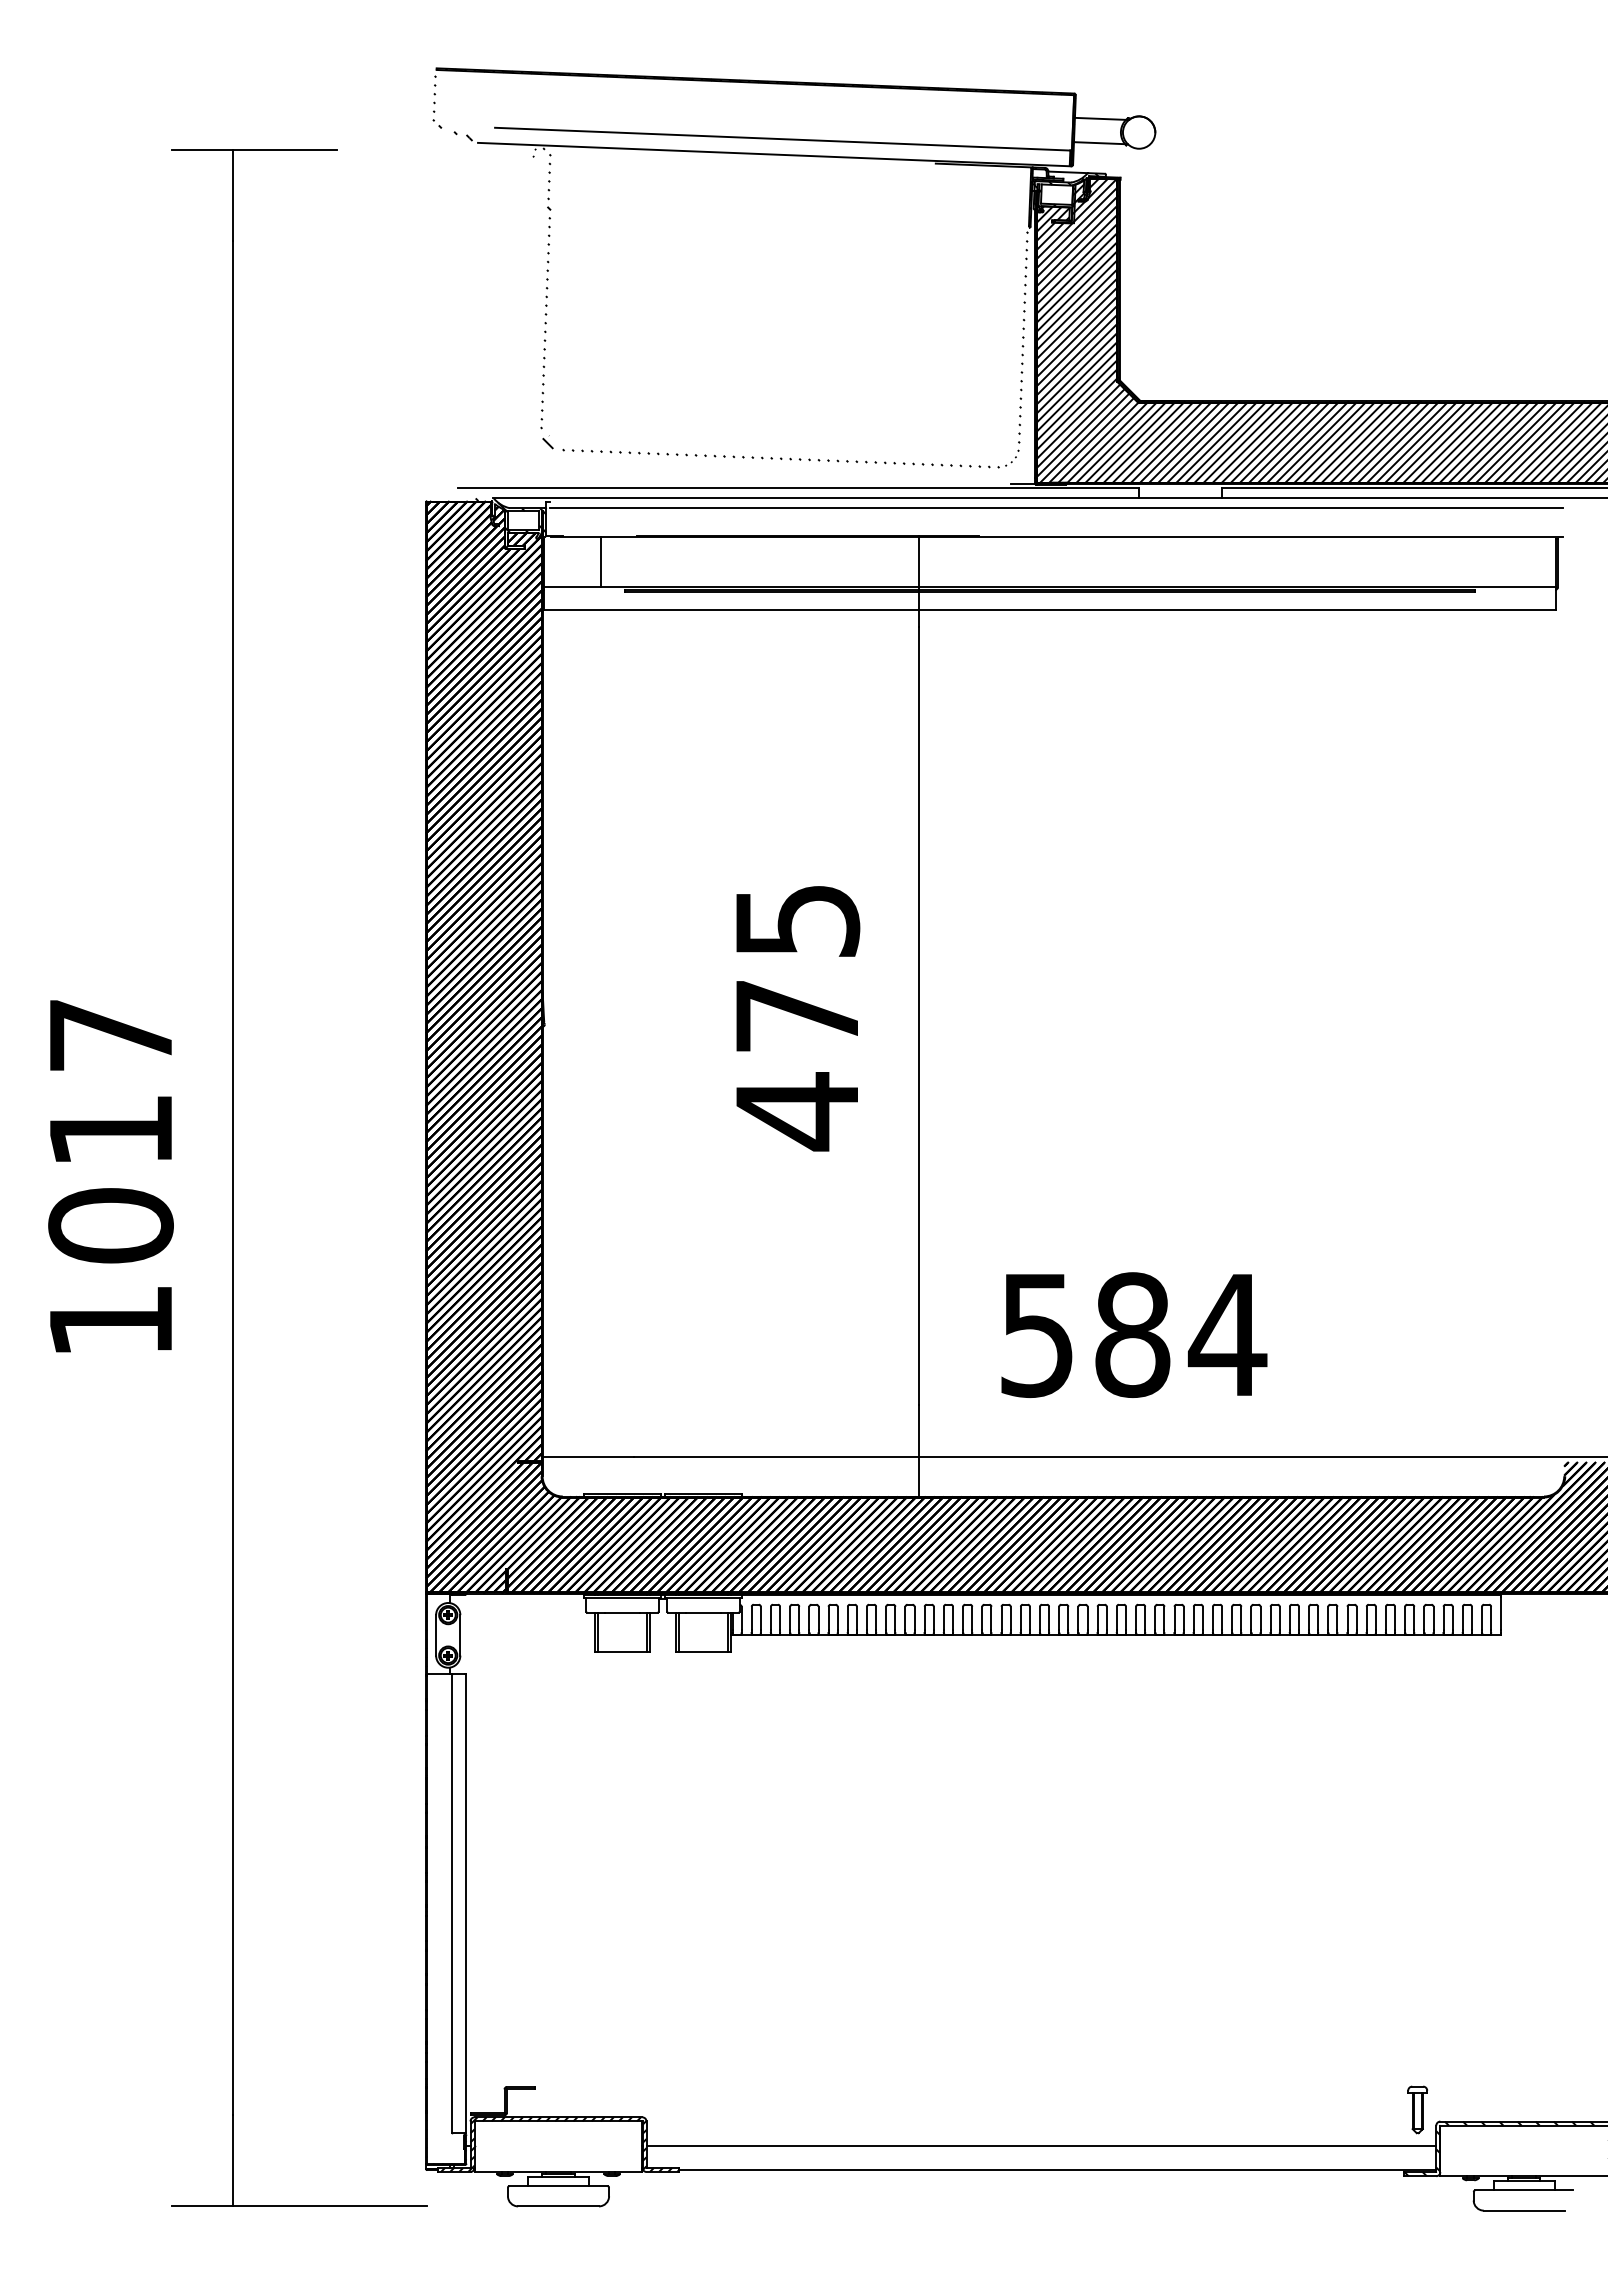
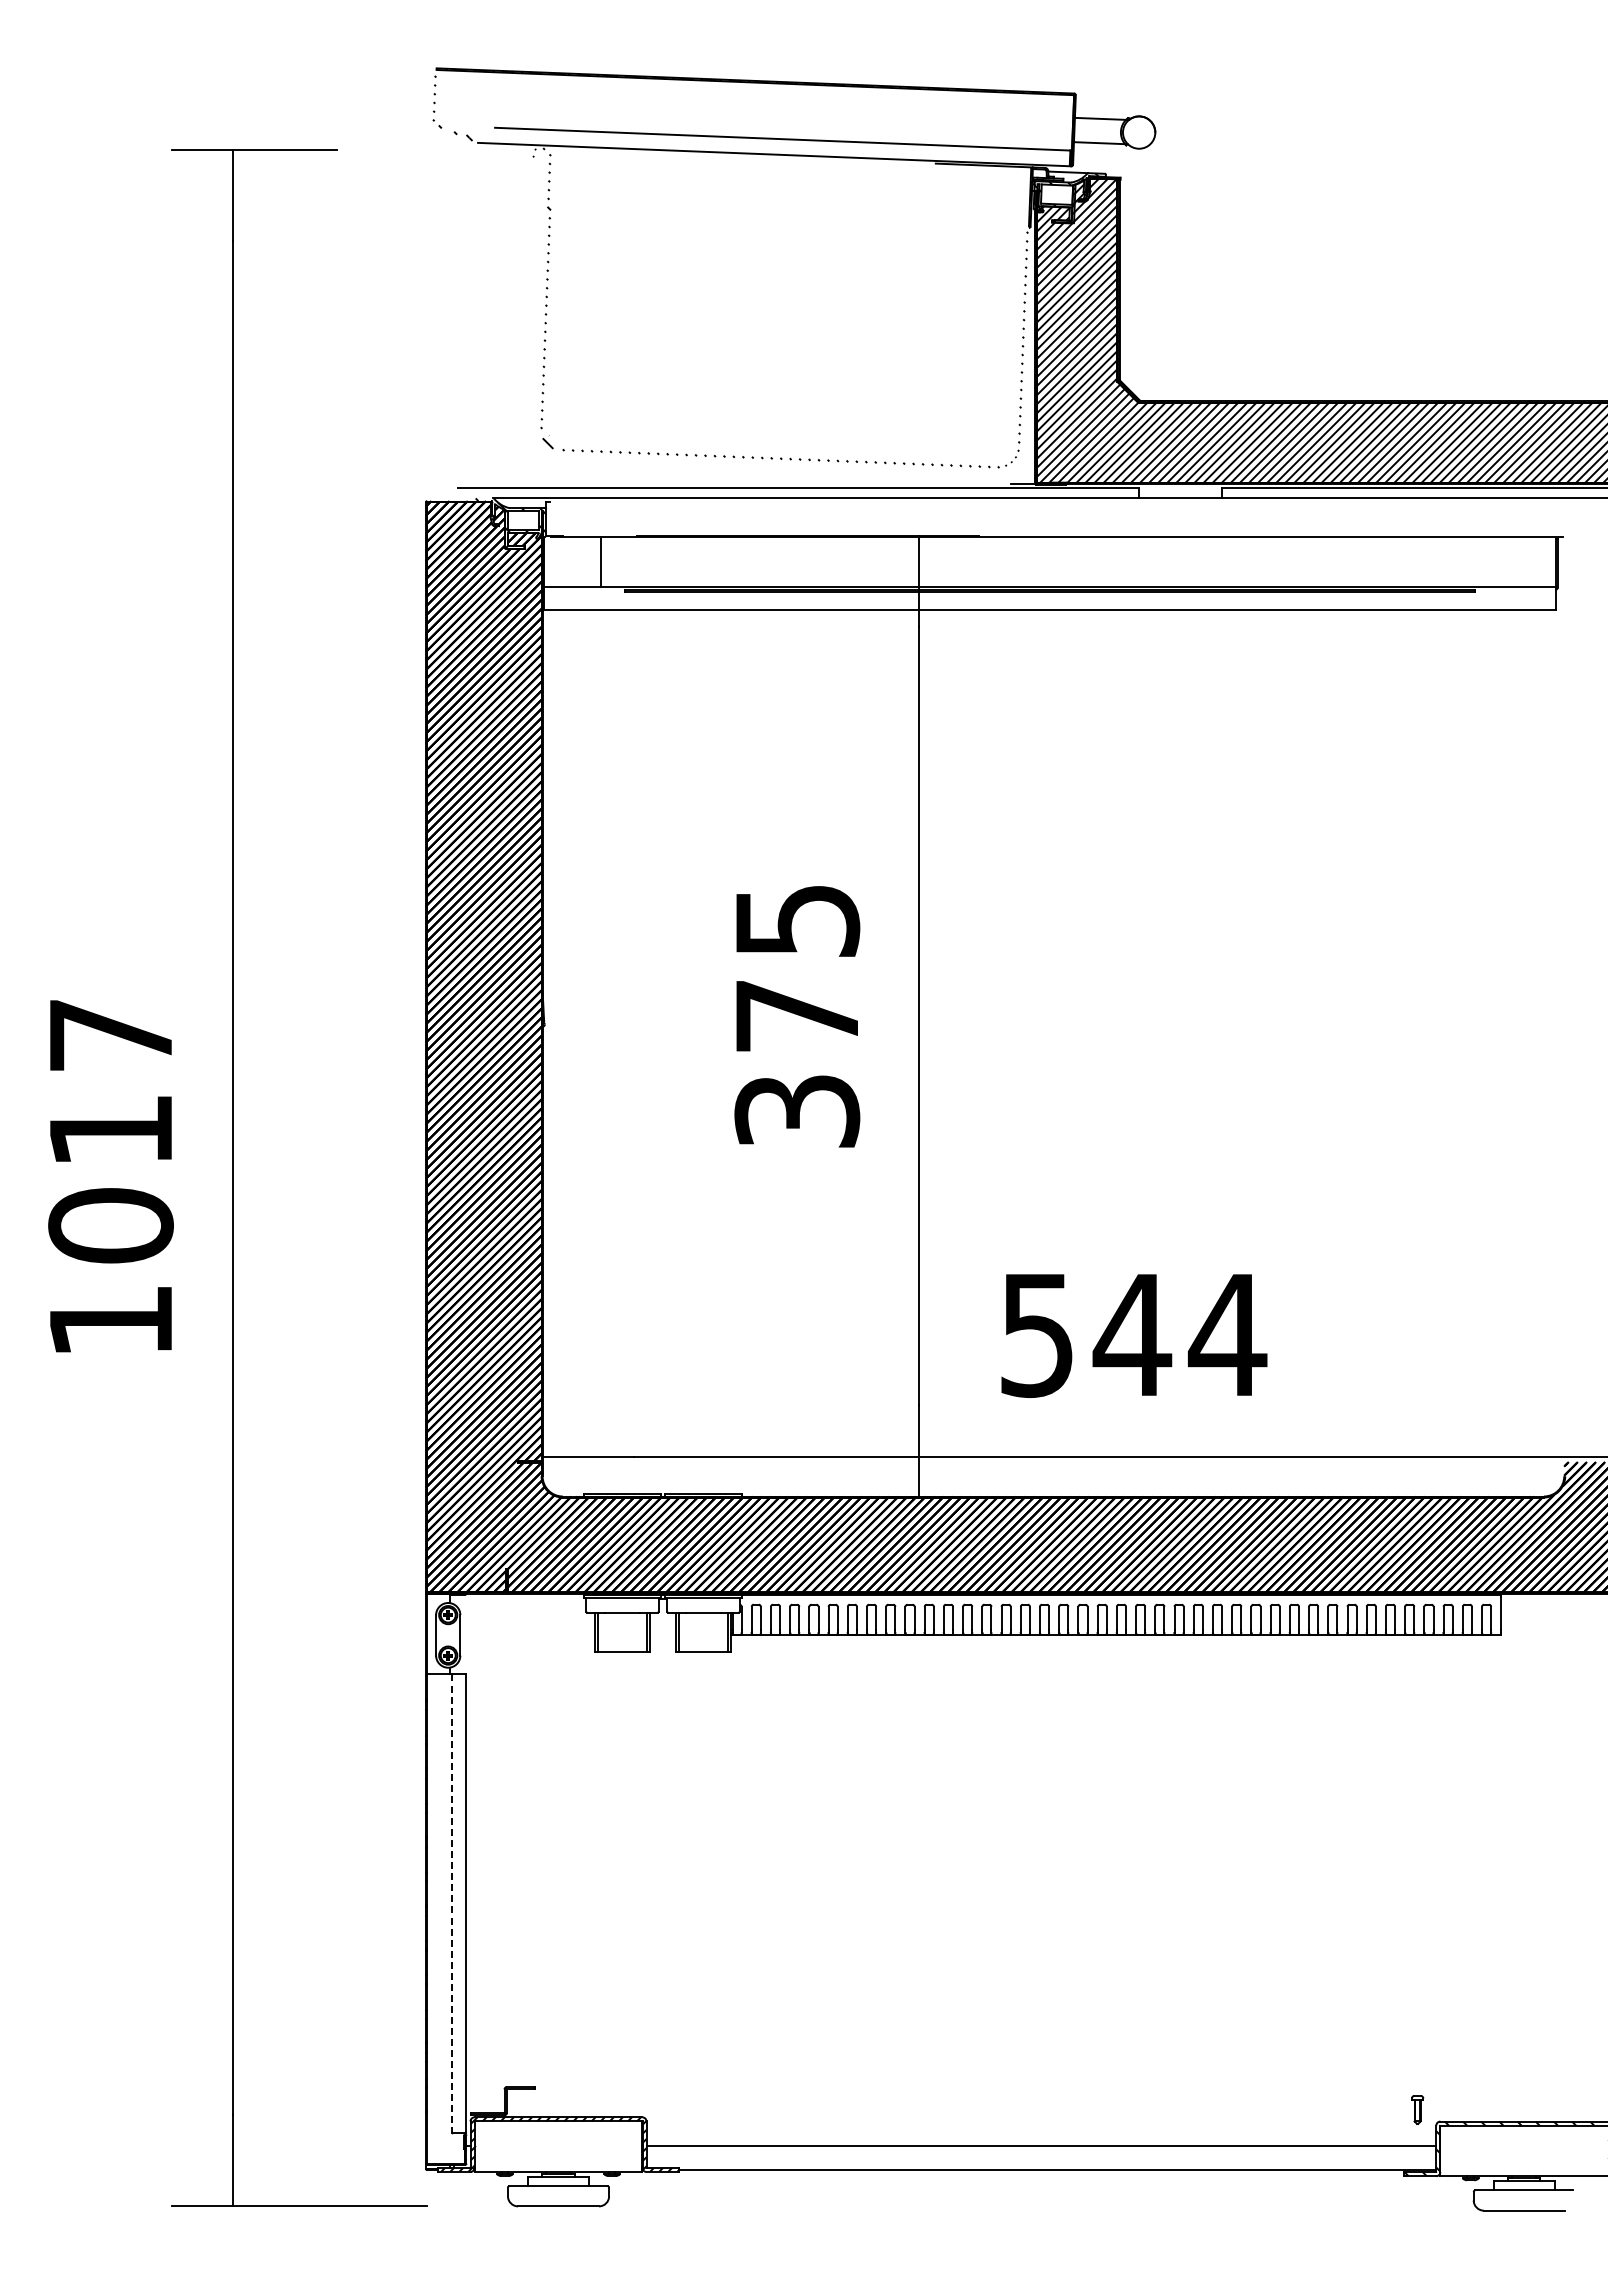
line at (1055, 508): present -> none
text at (797, 1111): 475 -> 375
text at (1132, 1335): 584 -> 544
line at (452, 1904): solid -> dashed
part at (1417, 2109) size: 21x50 px -> 14x30 px
